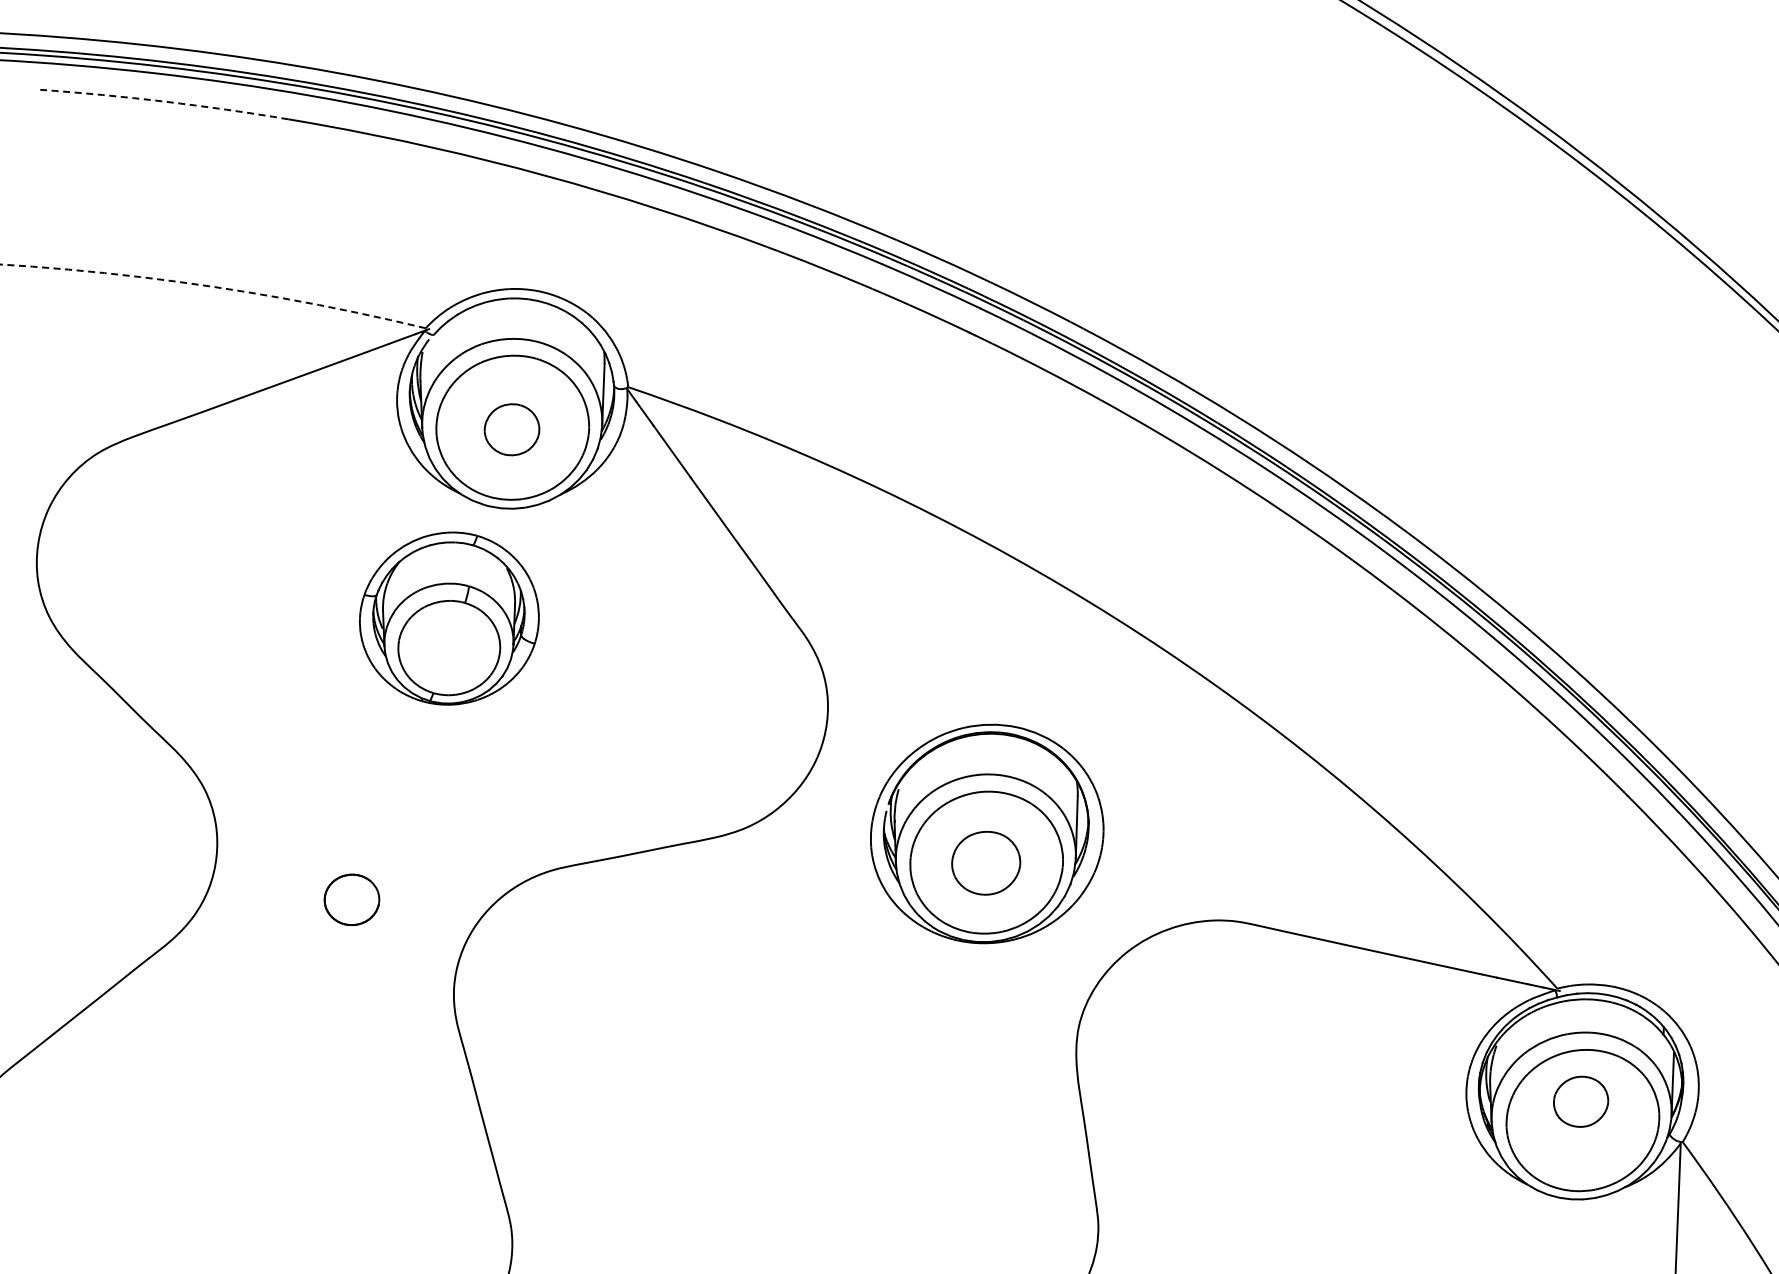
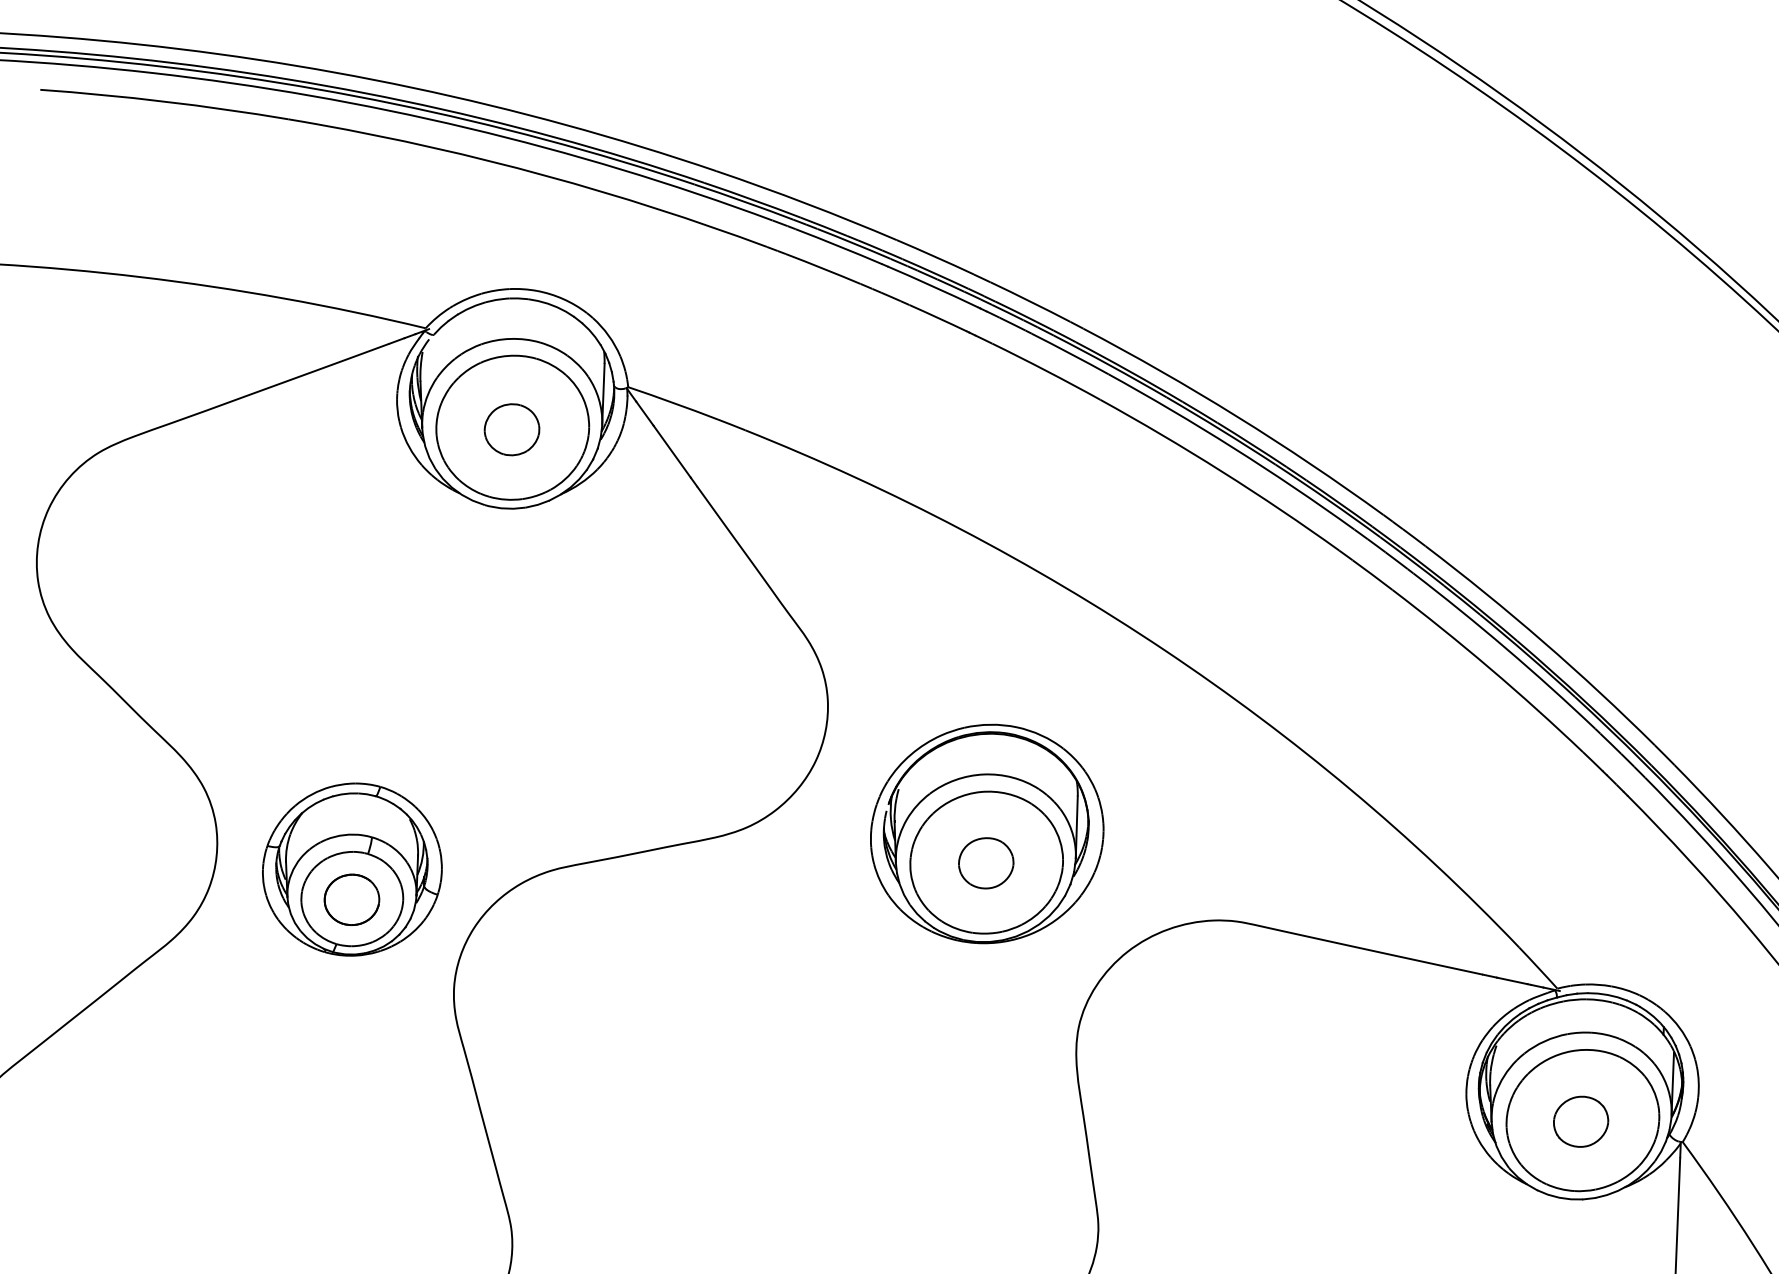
arc at (164, 101): dashed -> solid
arc at (213, 286): dashed -> solid
part at (449, 618) position: (449, 618) -> (352, 869)
part at (986, 862) size: 71x66 px -> 57x53 px
part at (1581, 1101) position: (1581, 1101) -> (1581, 1121)
